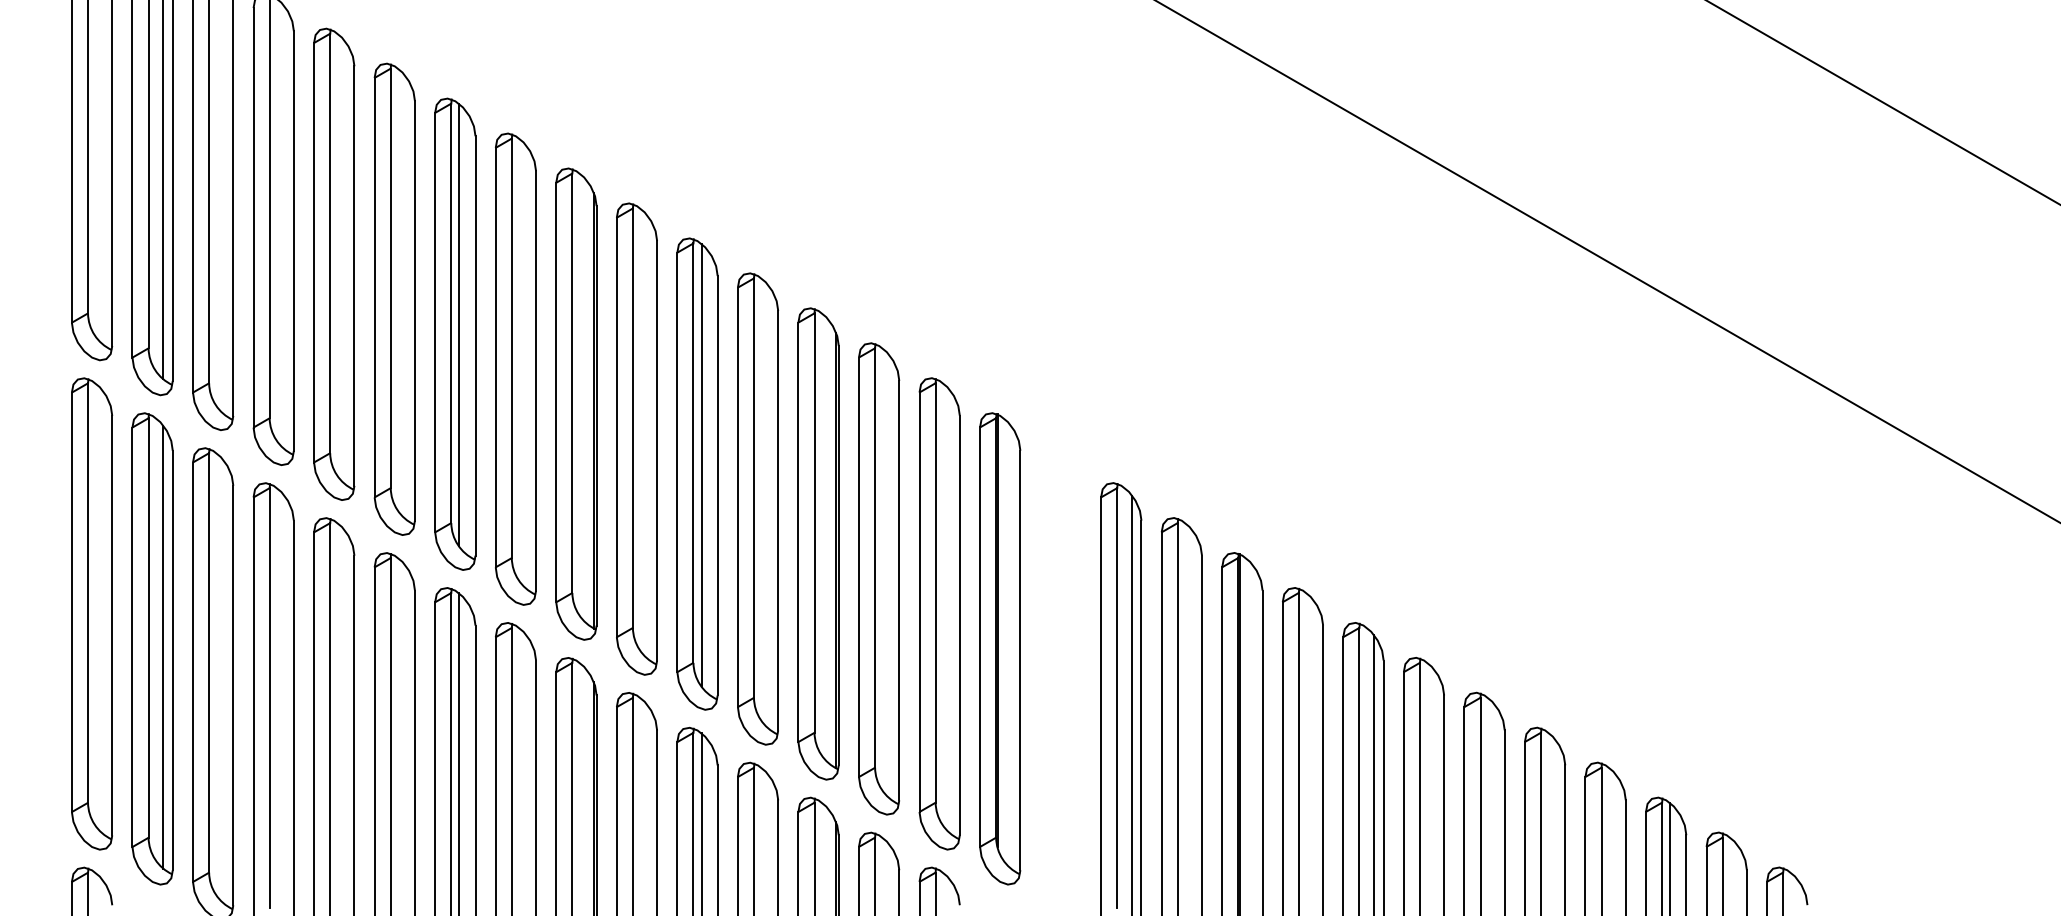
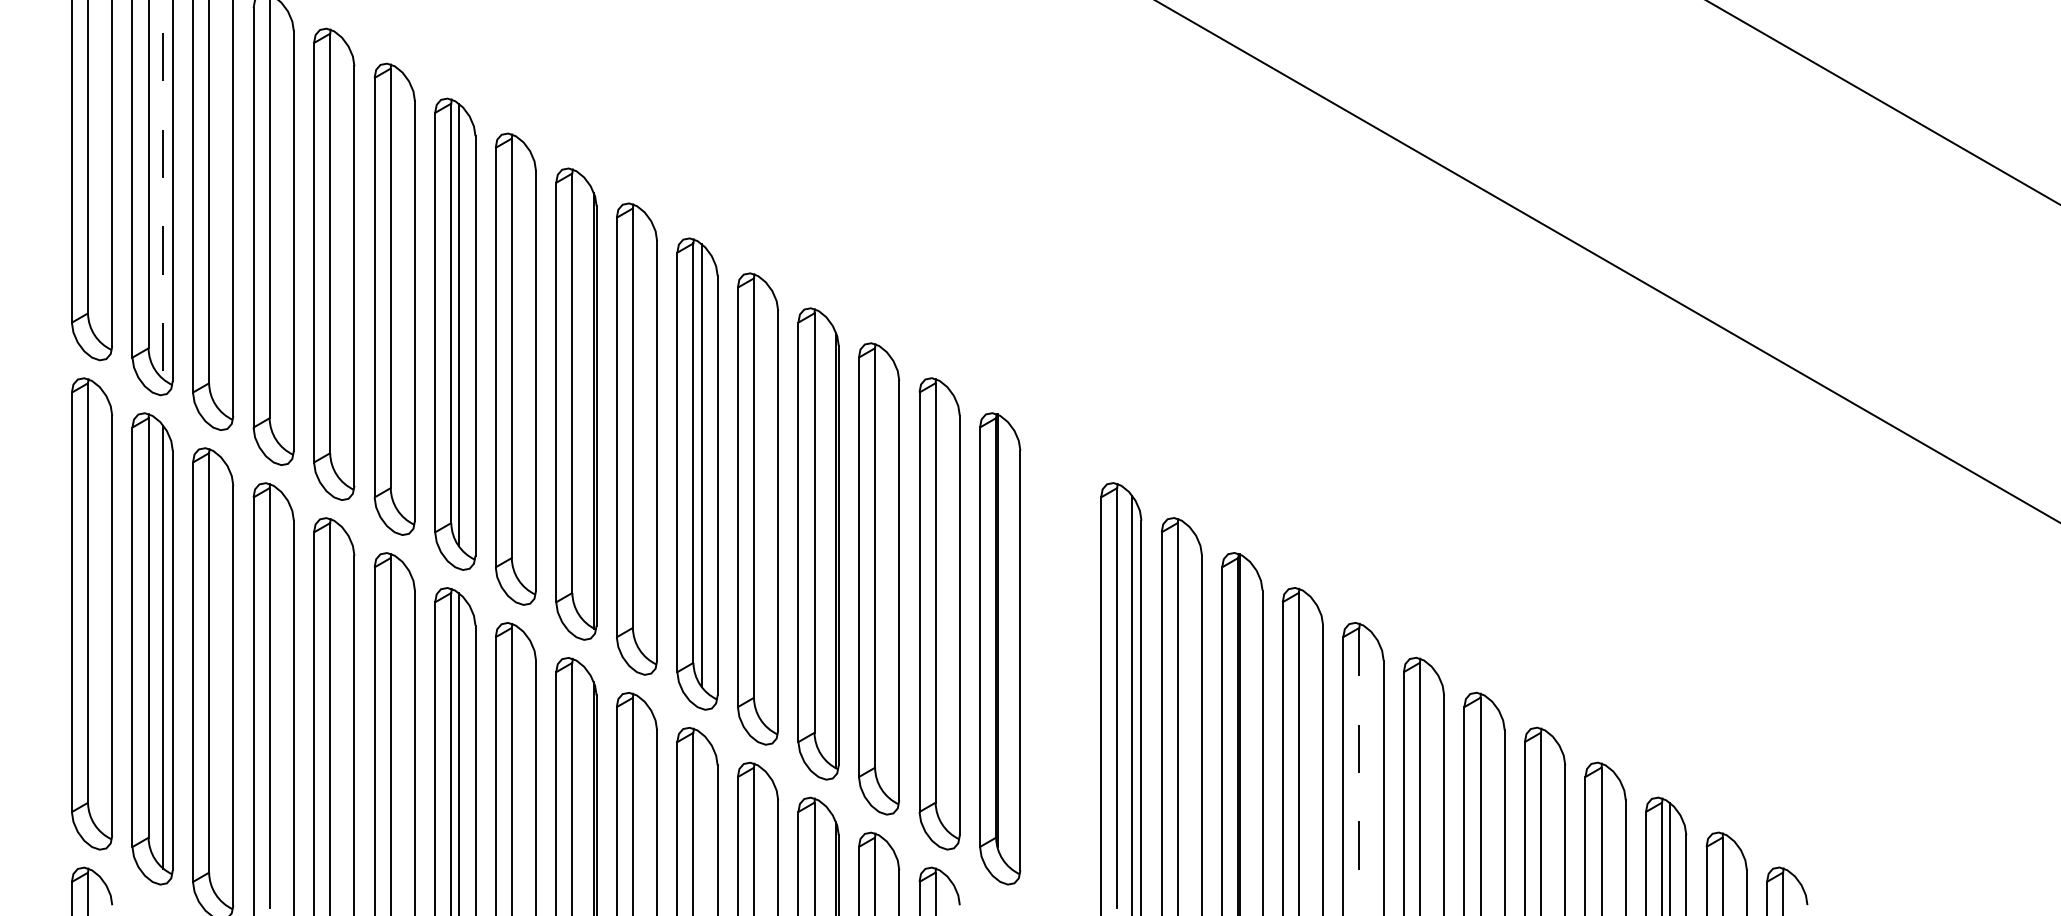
line at (163, 189): solid -> dashed
line at (1359, 771): solid -> dashed
line at (1374, 773): present -> none
line at (701, 822): present -> none
